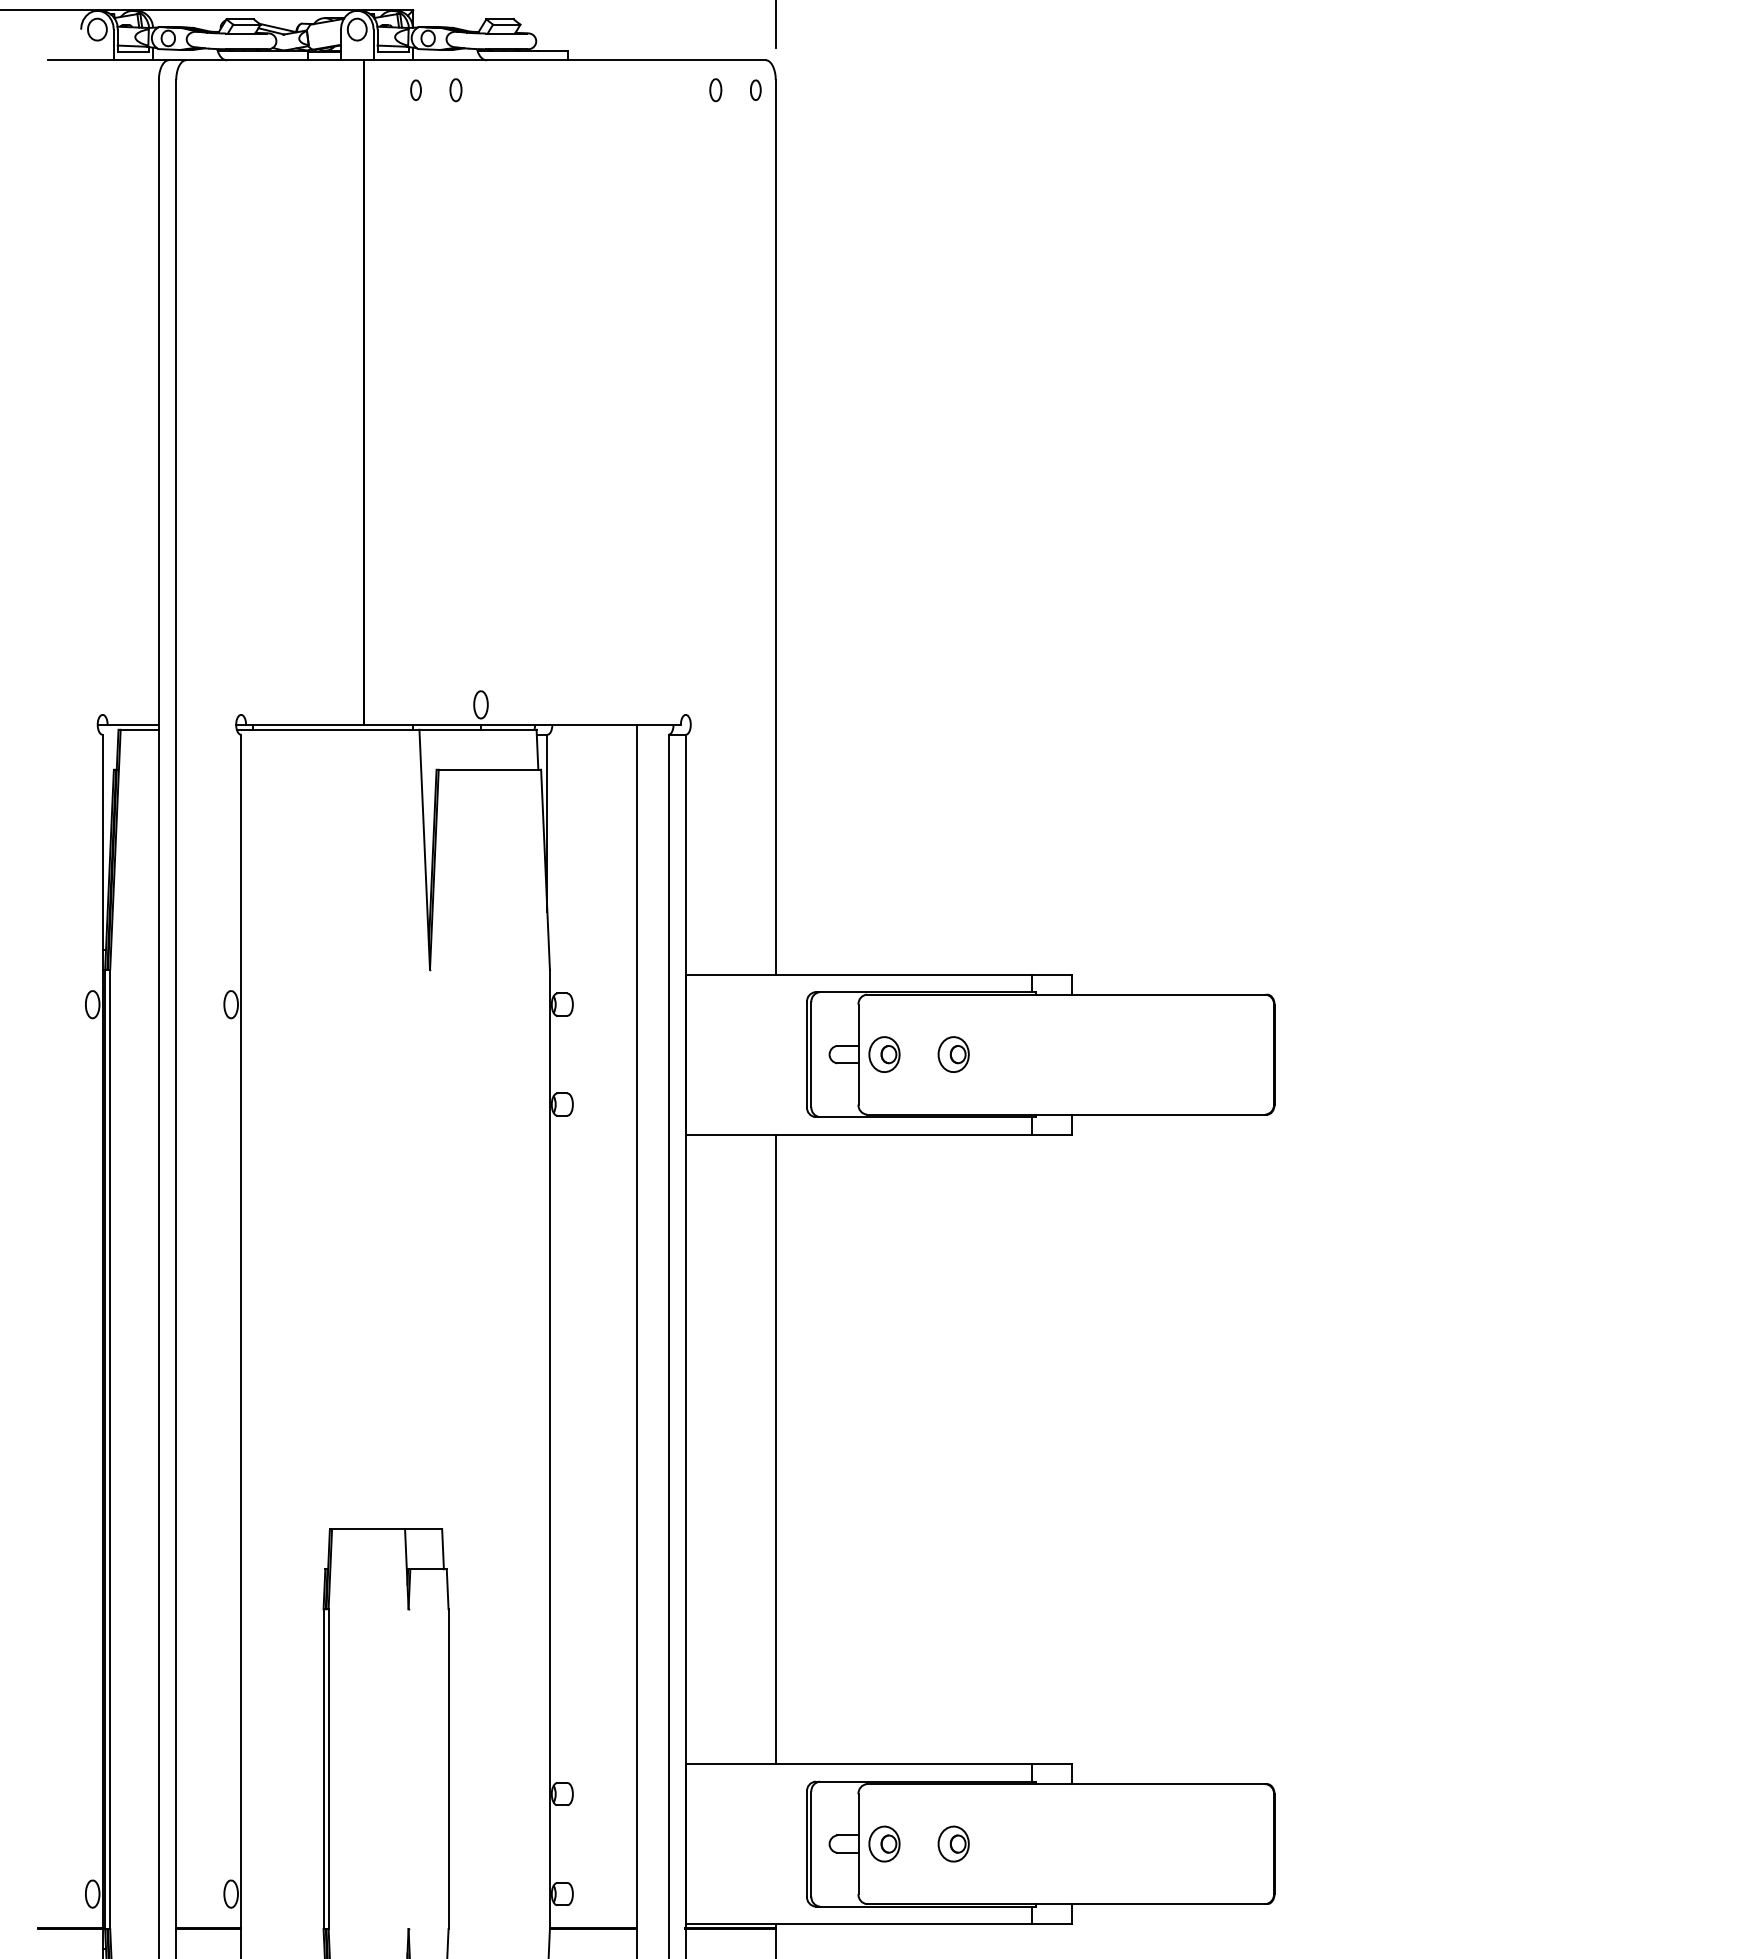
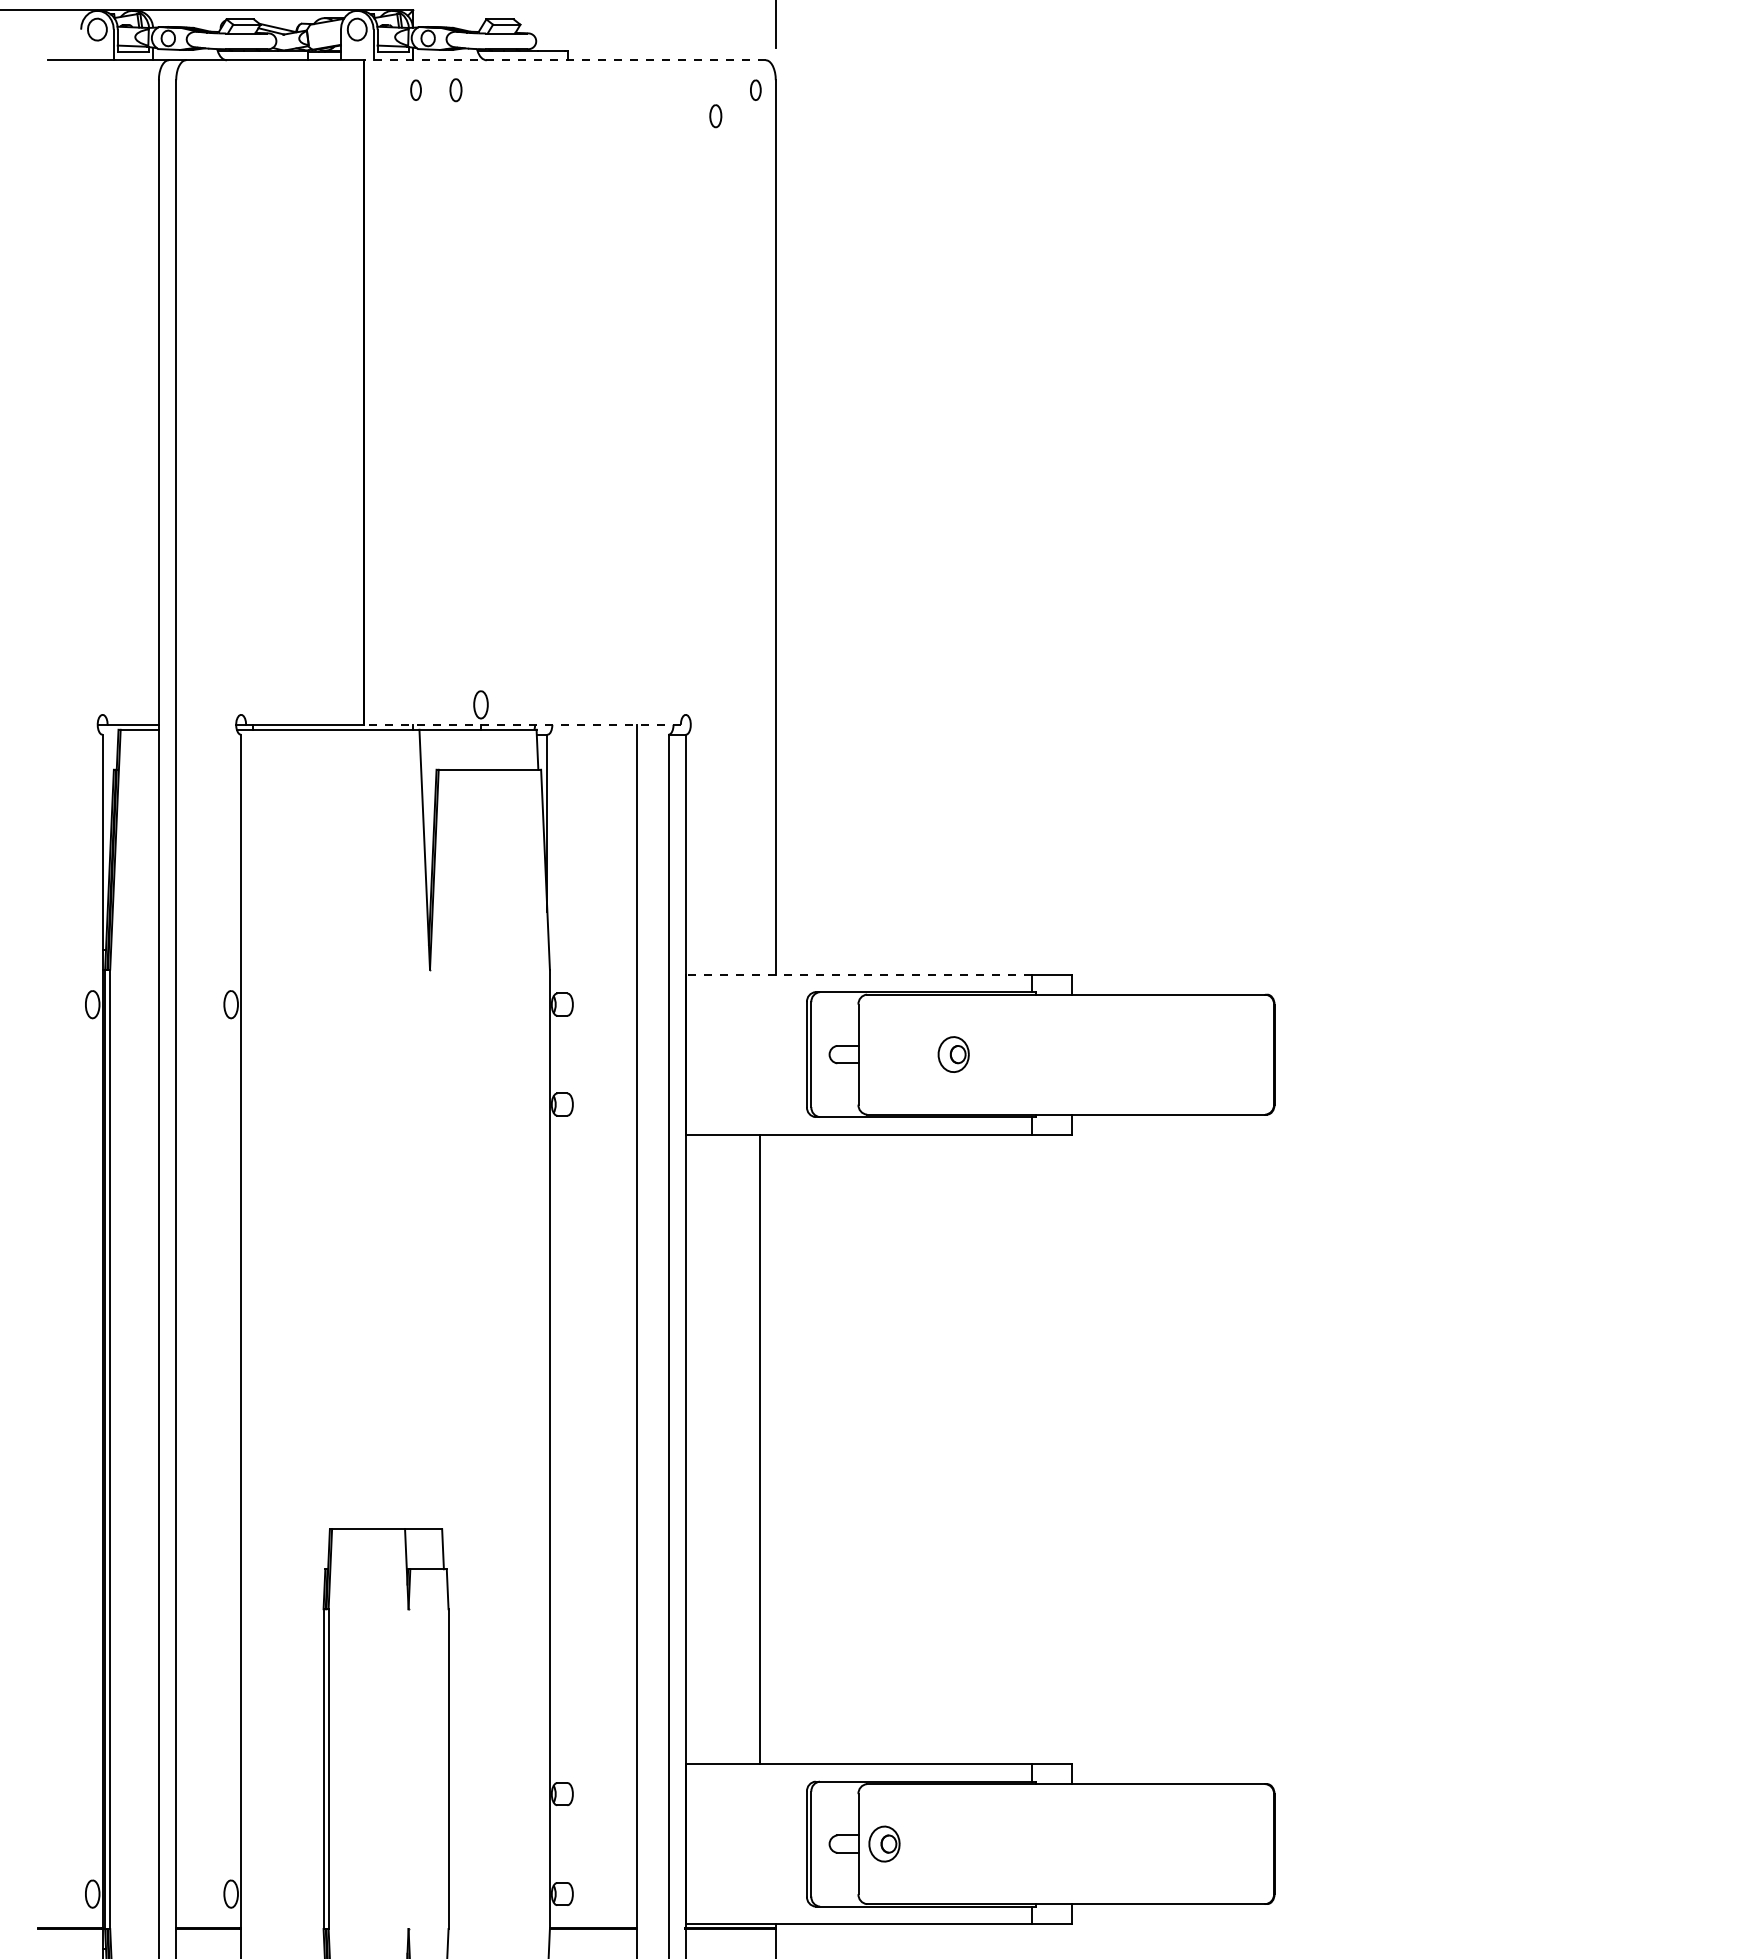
line at (564, 60): solid -> dashed
part at (715, 90) position: (715, 90) -> (715, 116)
line at (521, 724): solid -> dashed
line at (858, 974): solid -> dashed
part at (884, 1054): present -> none
line at (775, 1449) position: (775, 1449) -> (759, 1449)
part at (953, 1843): present -> none
